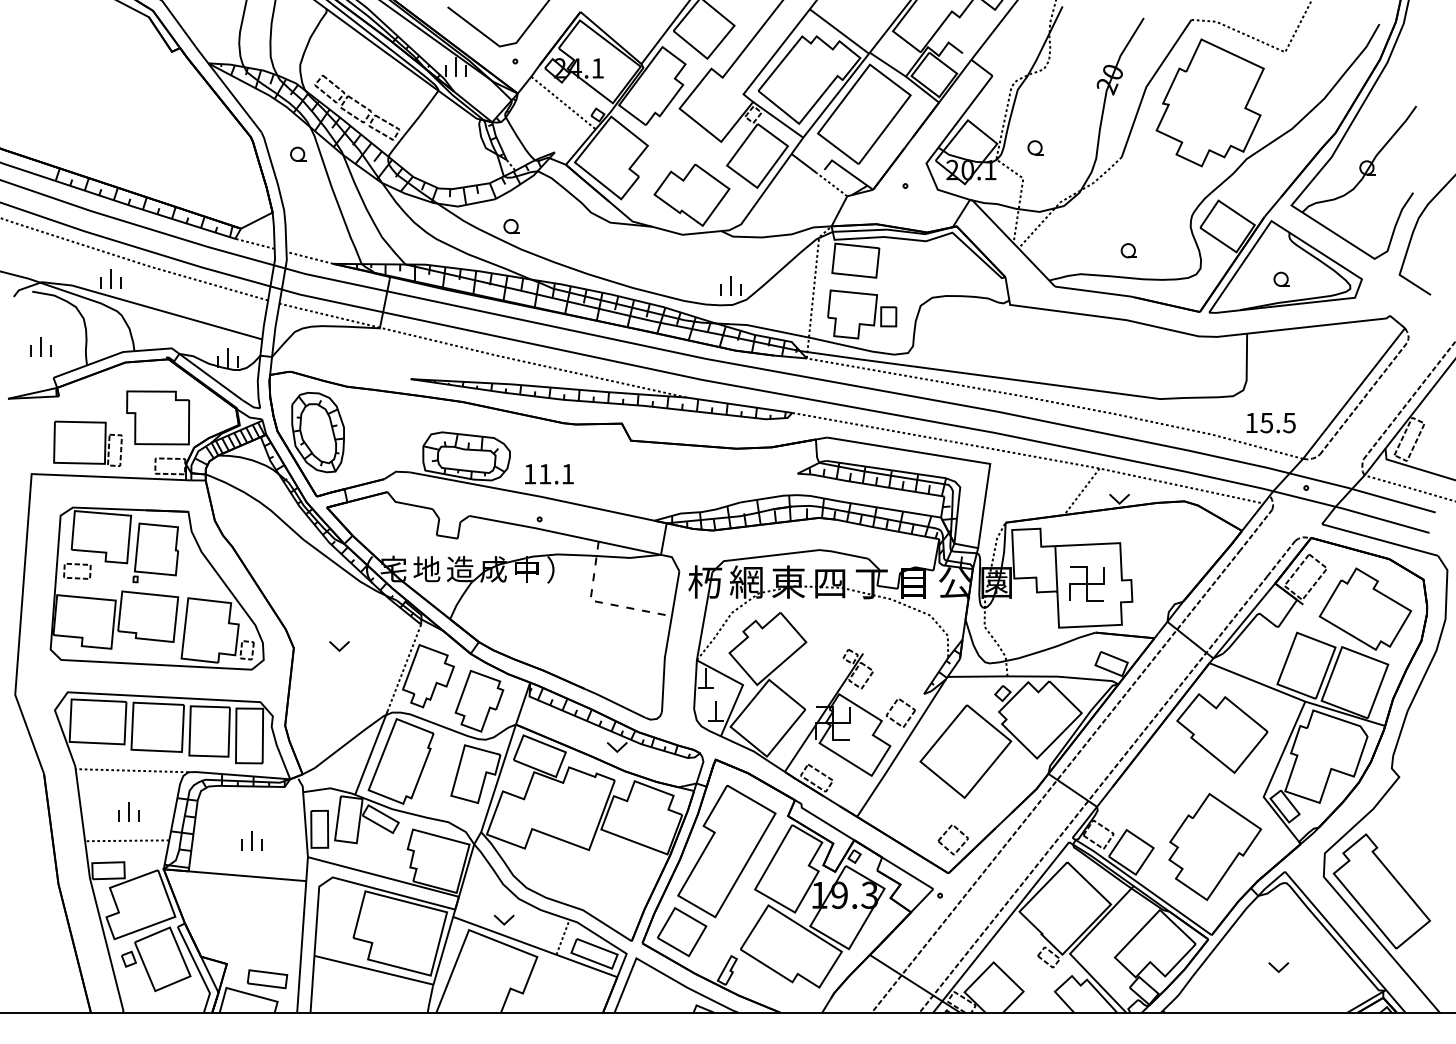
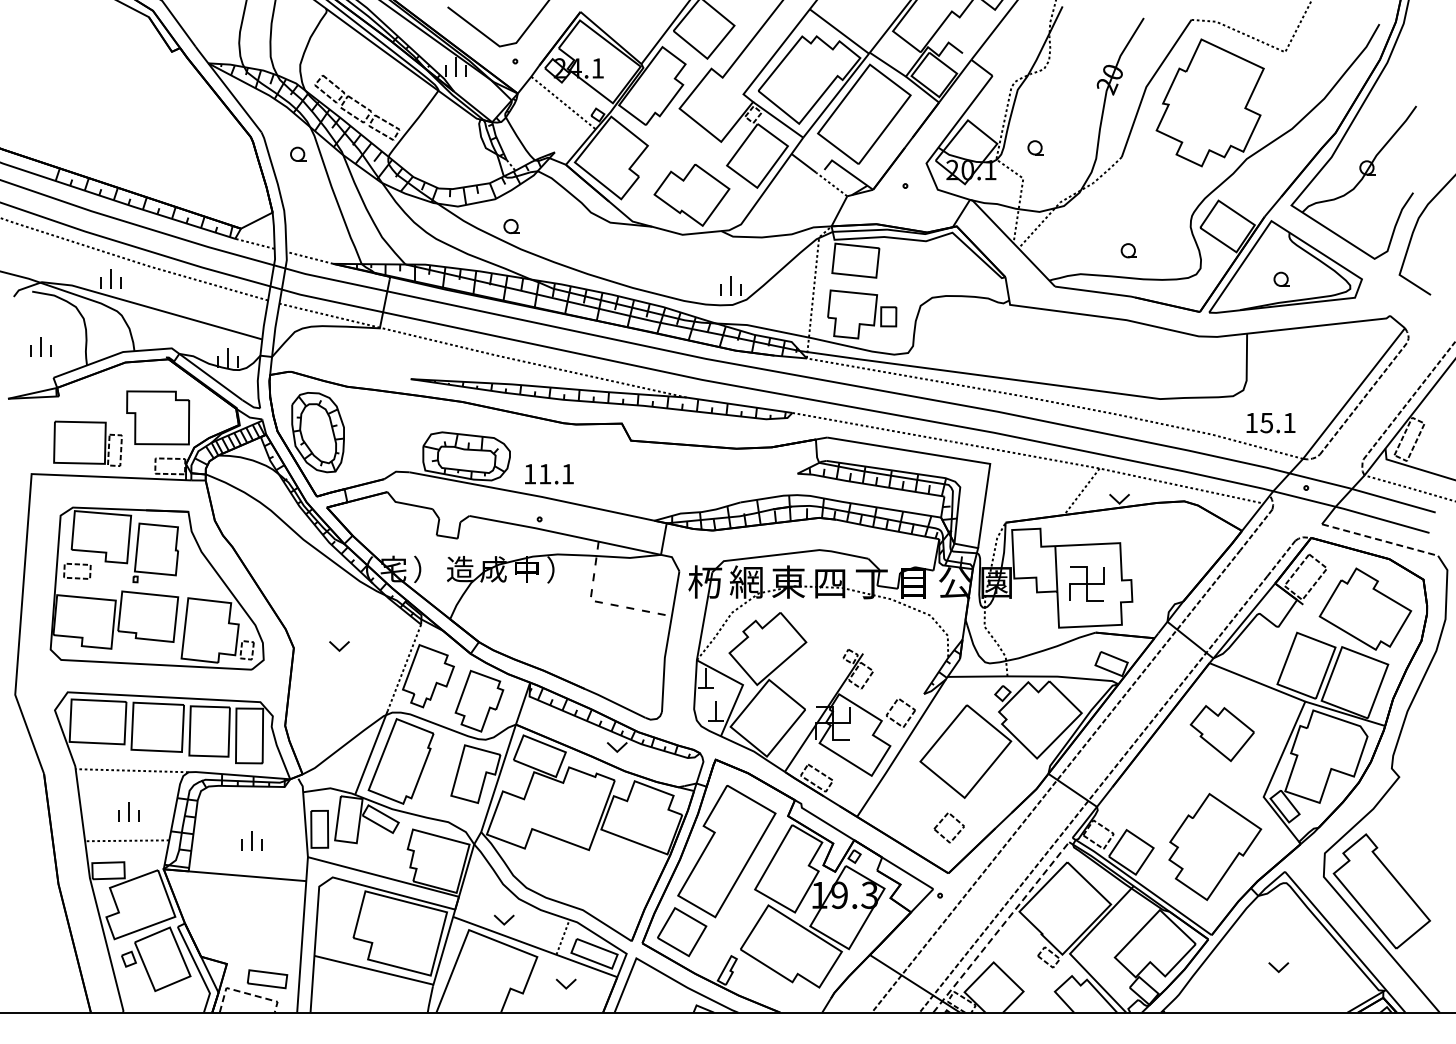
text at (1289, 423): 15.5 -> 15.1
line at (1380, 540): solid -> dashed
text at (426, 569): 地 -> ）
part at (1222, 733) size: 93x81 px -> 66x57 px
part at (946, 833) position: (946, 833) -> (942, 821)
line at (1000, 927): solid -> dashed
part at (566, 983): none -> present
line at (245, 993): solid -> dashed
